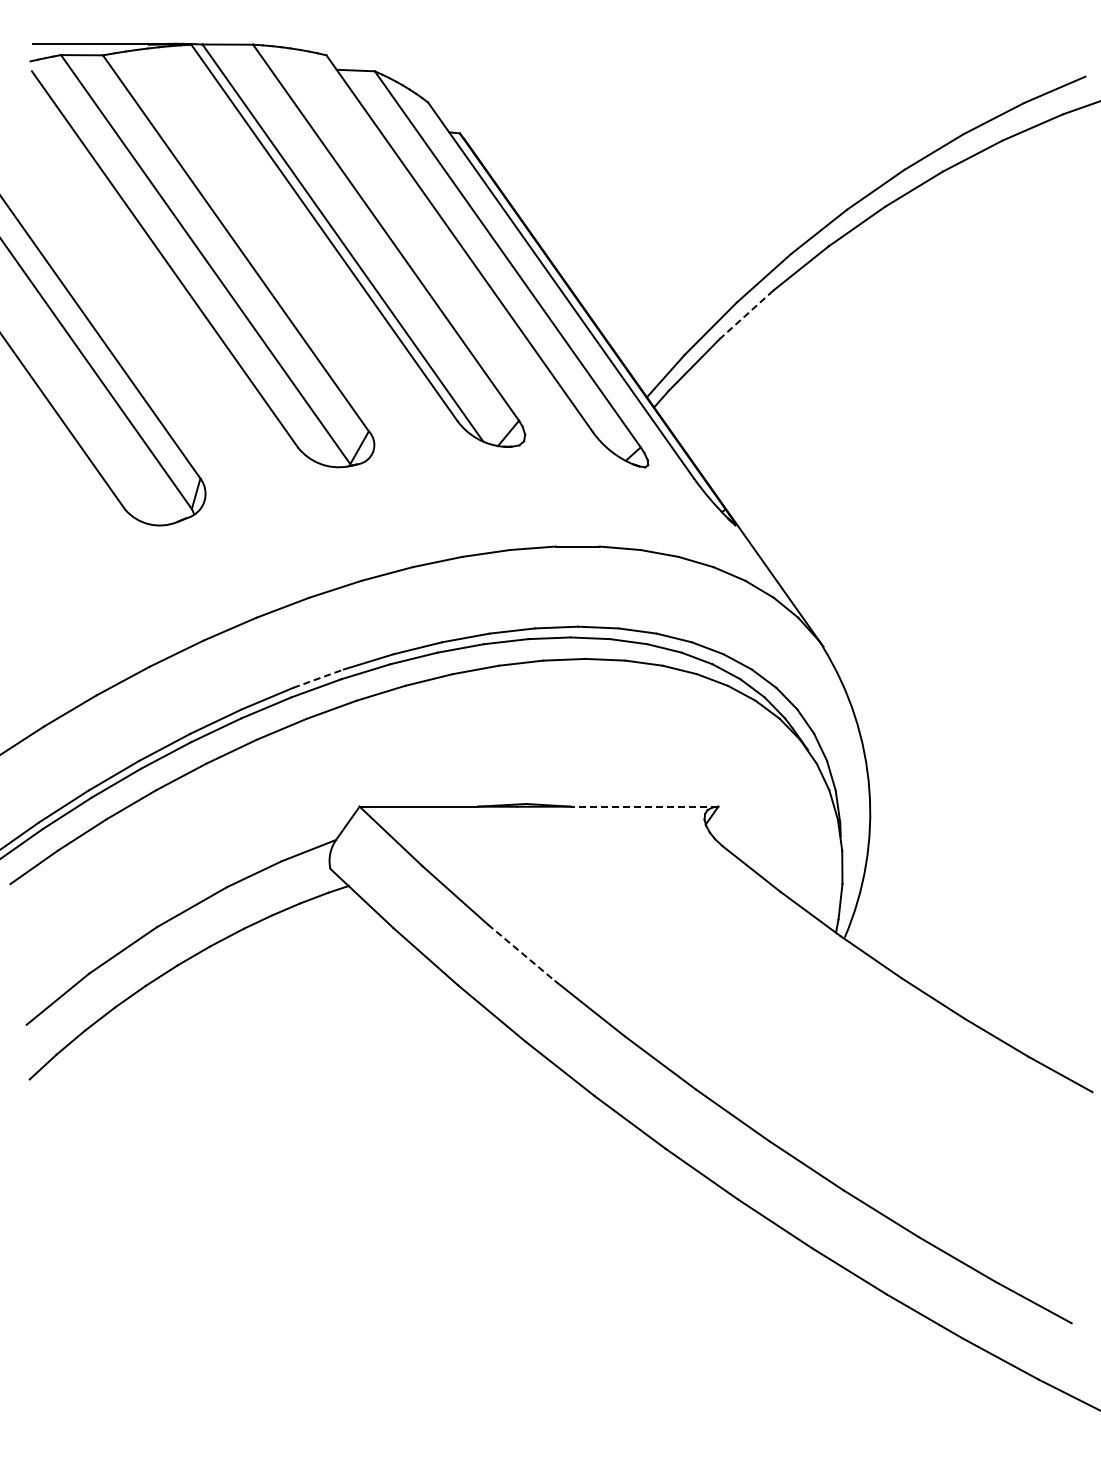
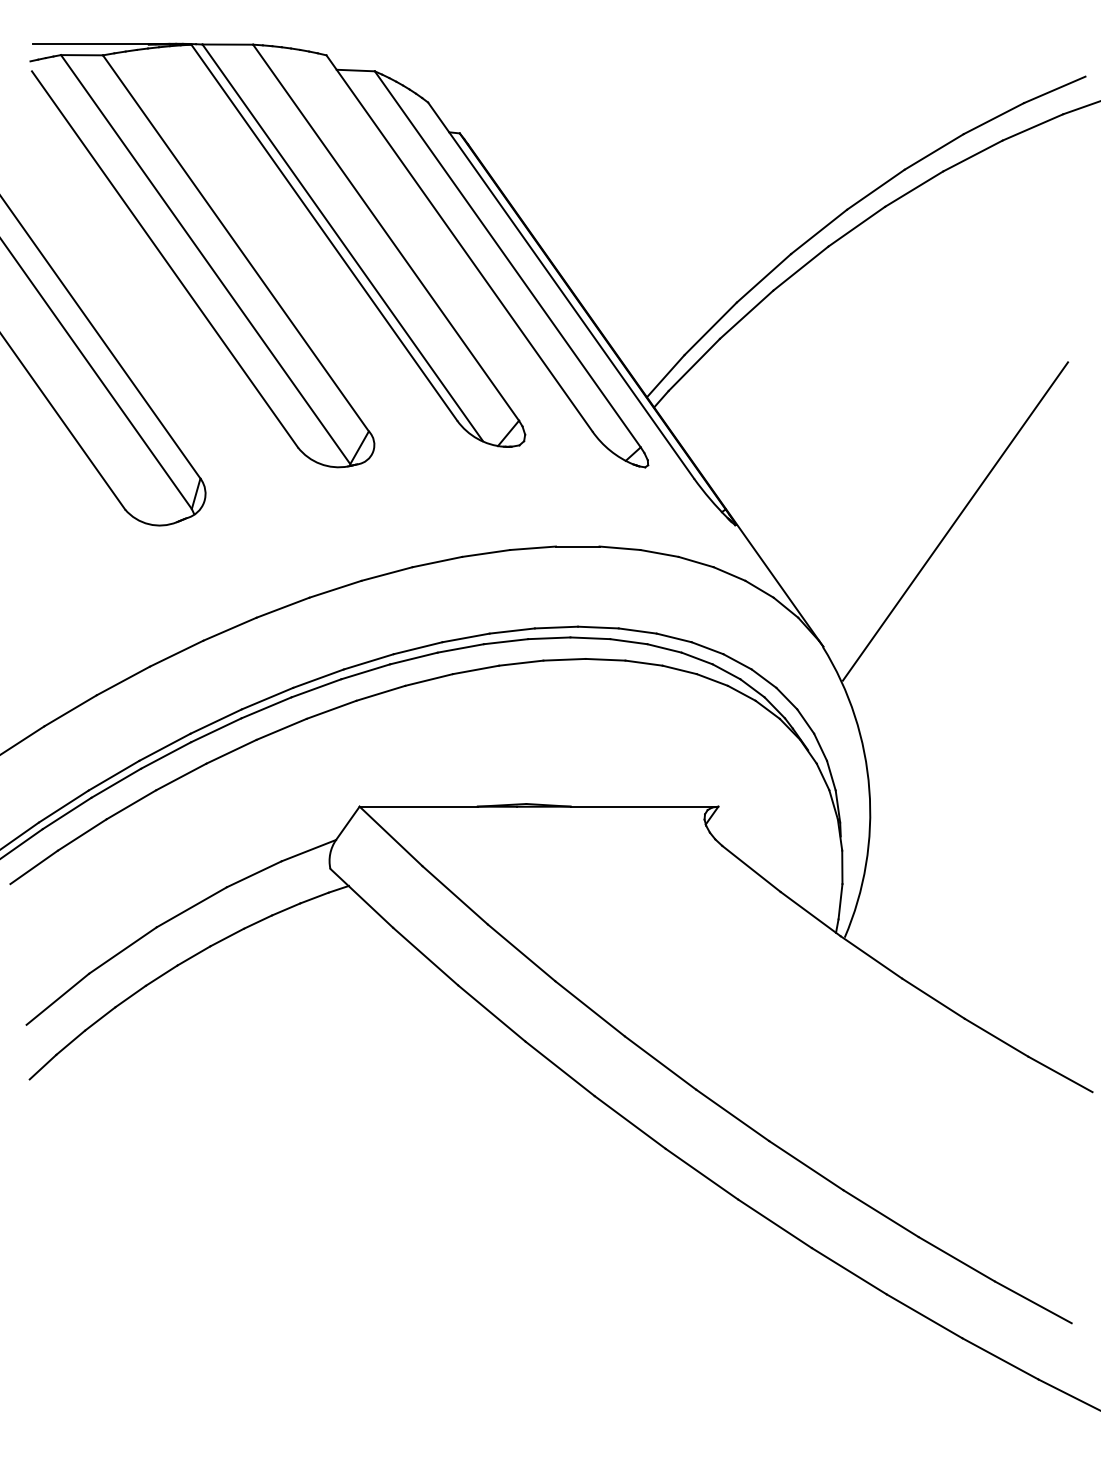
line at (746, 314): dashed -> solid
line at (955, 521): none -> present
line at (318, 678): dashed -> solid
line at (644, 806): dashed -> solid
line at (521, 953): dashed -> solid
